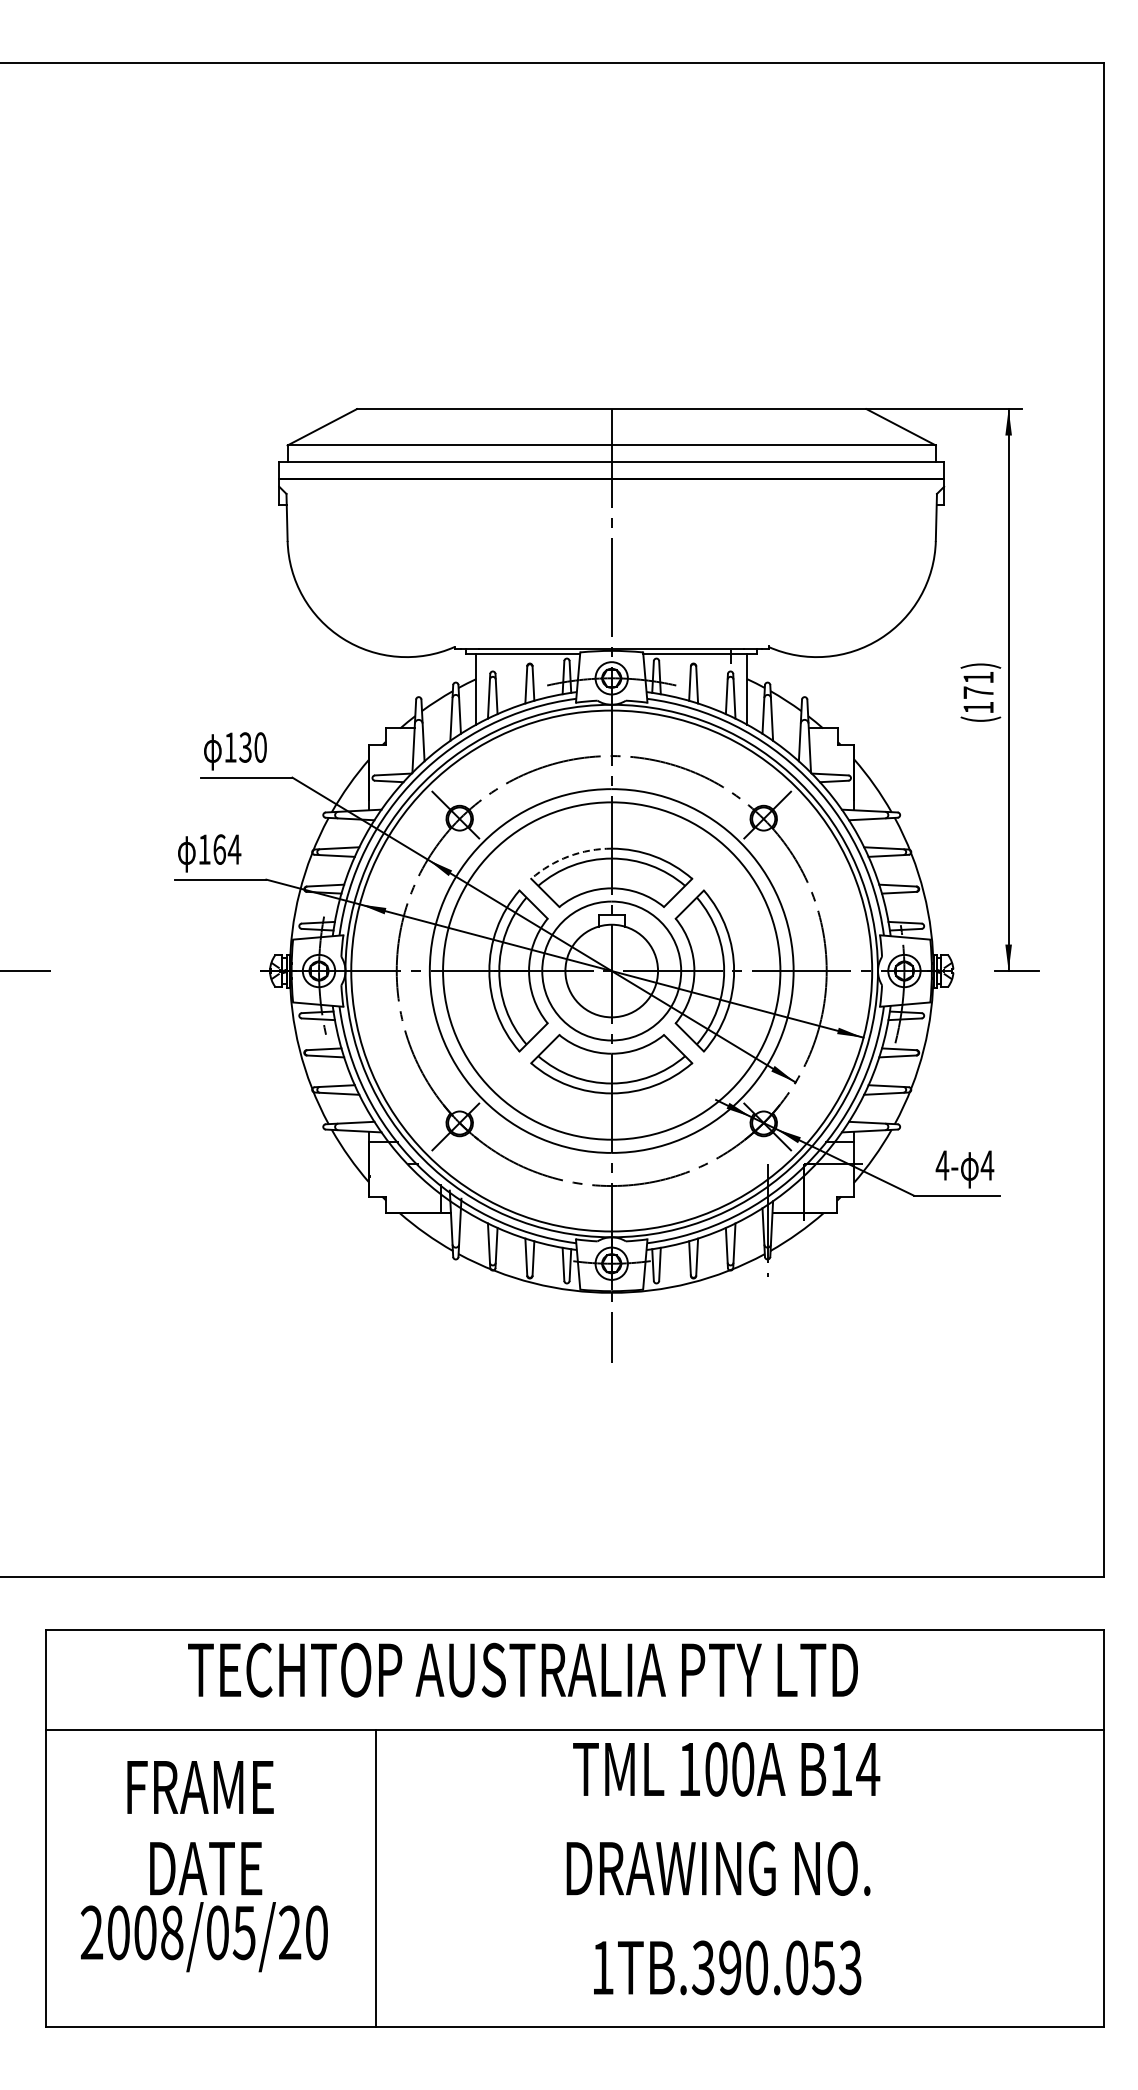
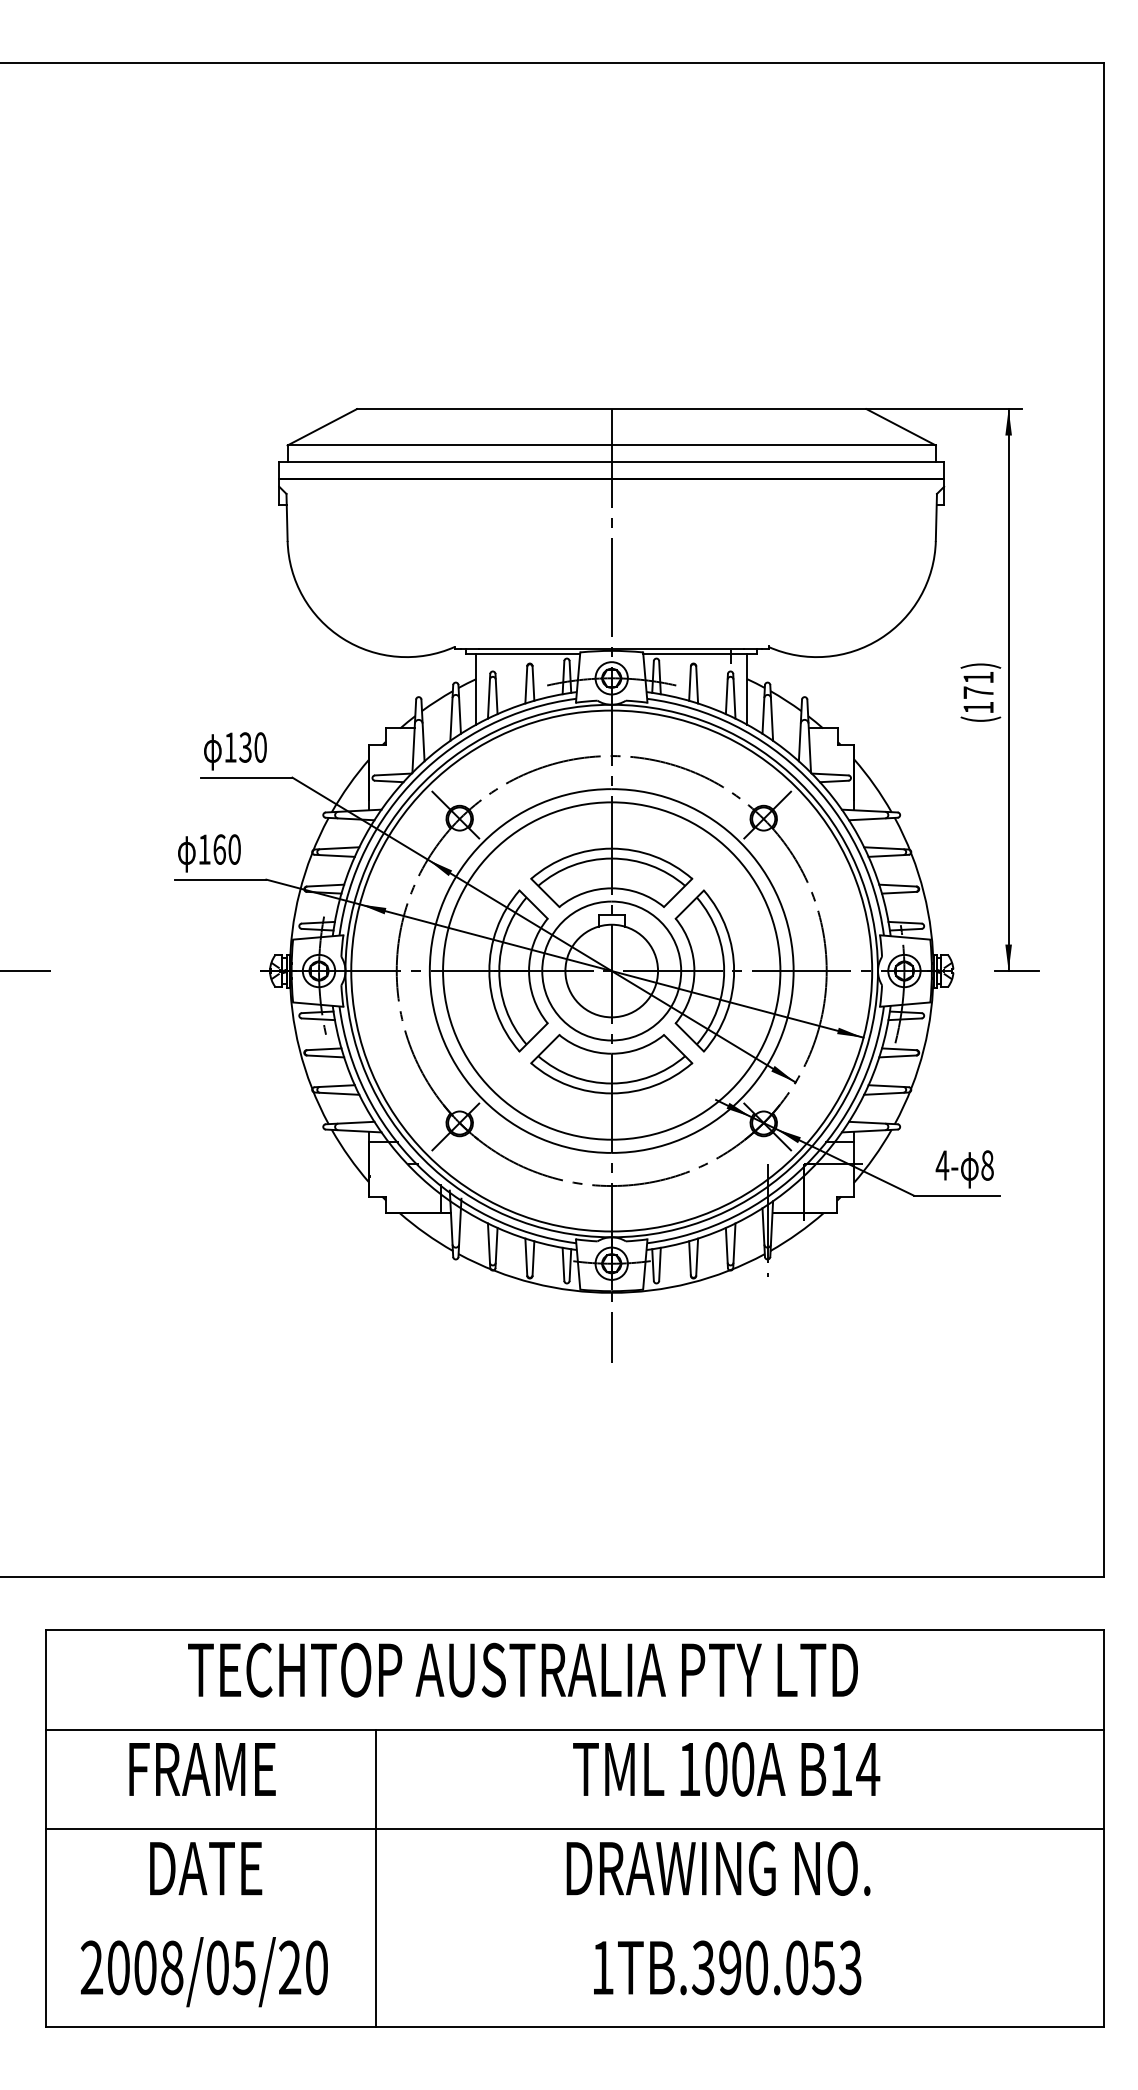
text at (234, 849): 164 -> 160
arc at (568, 856): dashed -> solid
text at (987, 1165): 4 -> 8
text at (200, 1787) position: (200, 1787) -> (202, 1769)
line at (574, 1828): none -> present
text at (204, 1937) position: (204, 1937) -> (204, 1972)
